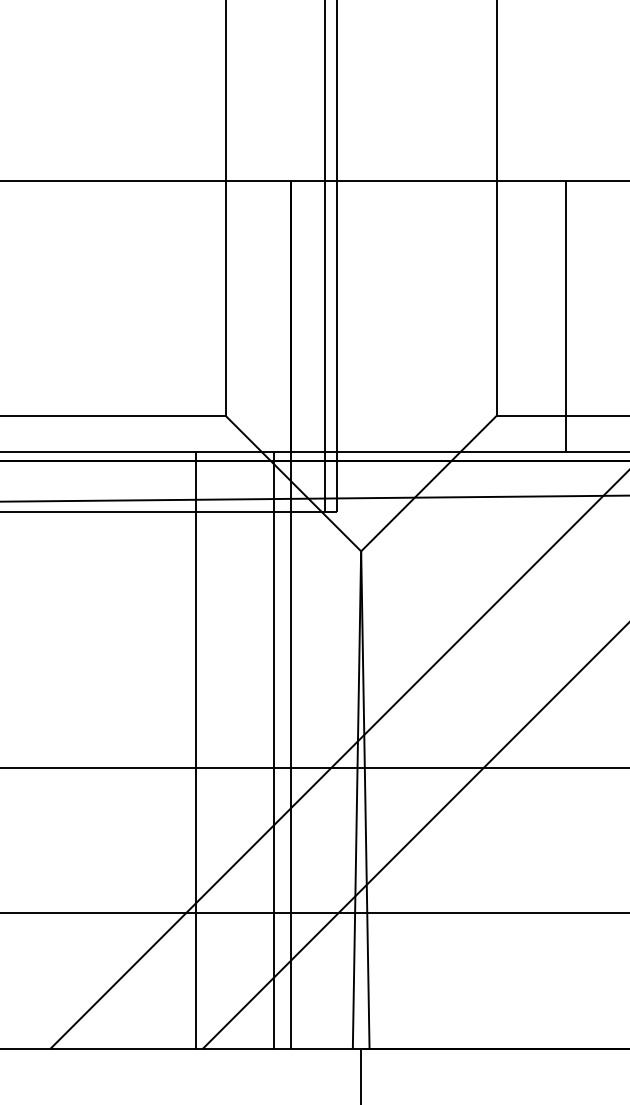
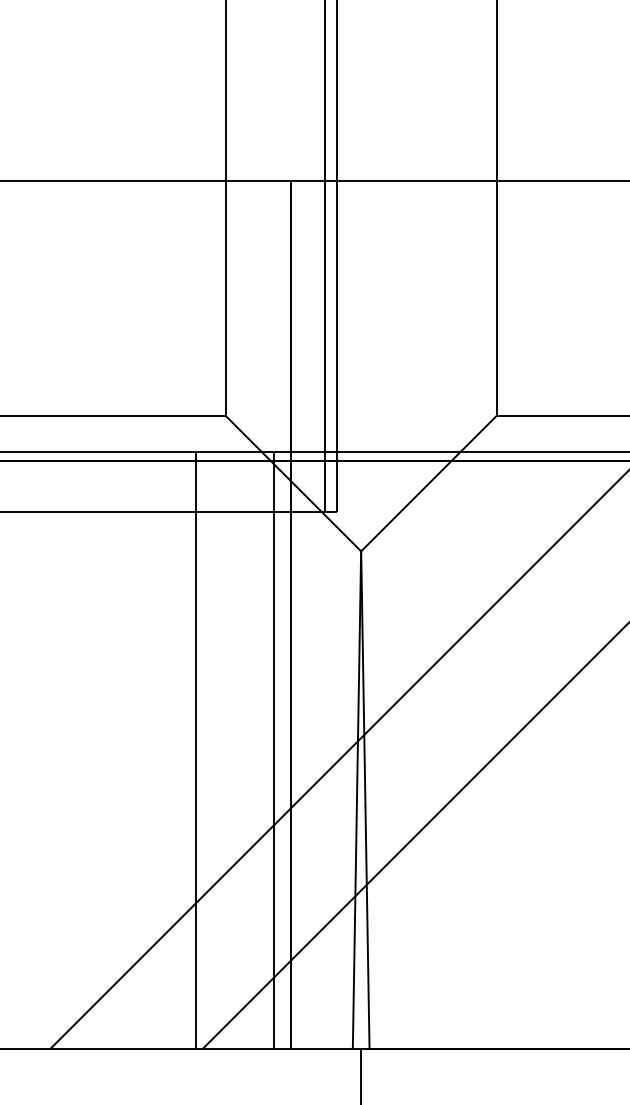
line at (565, 315): present -> none
line at (314, 498): present -> none
line at (314, 768): present -> none
line at (314, 913): present -> none
